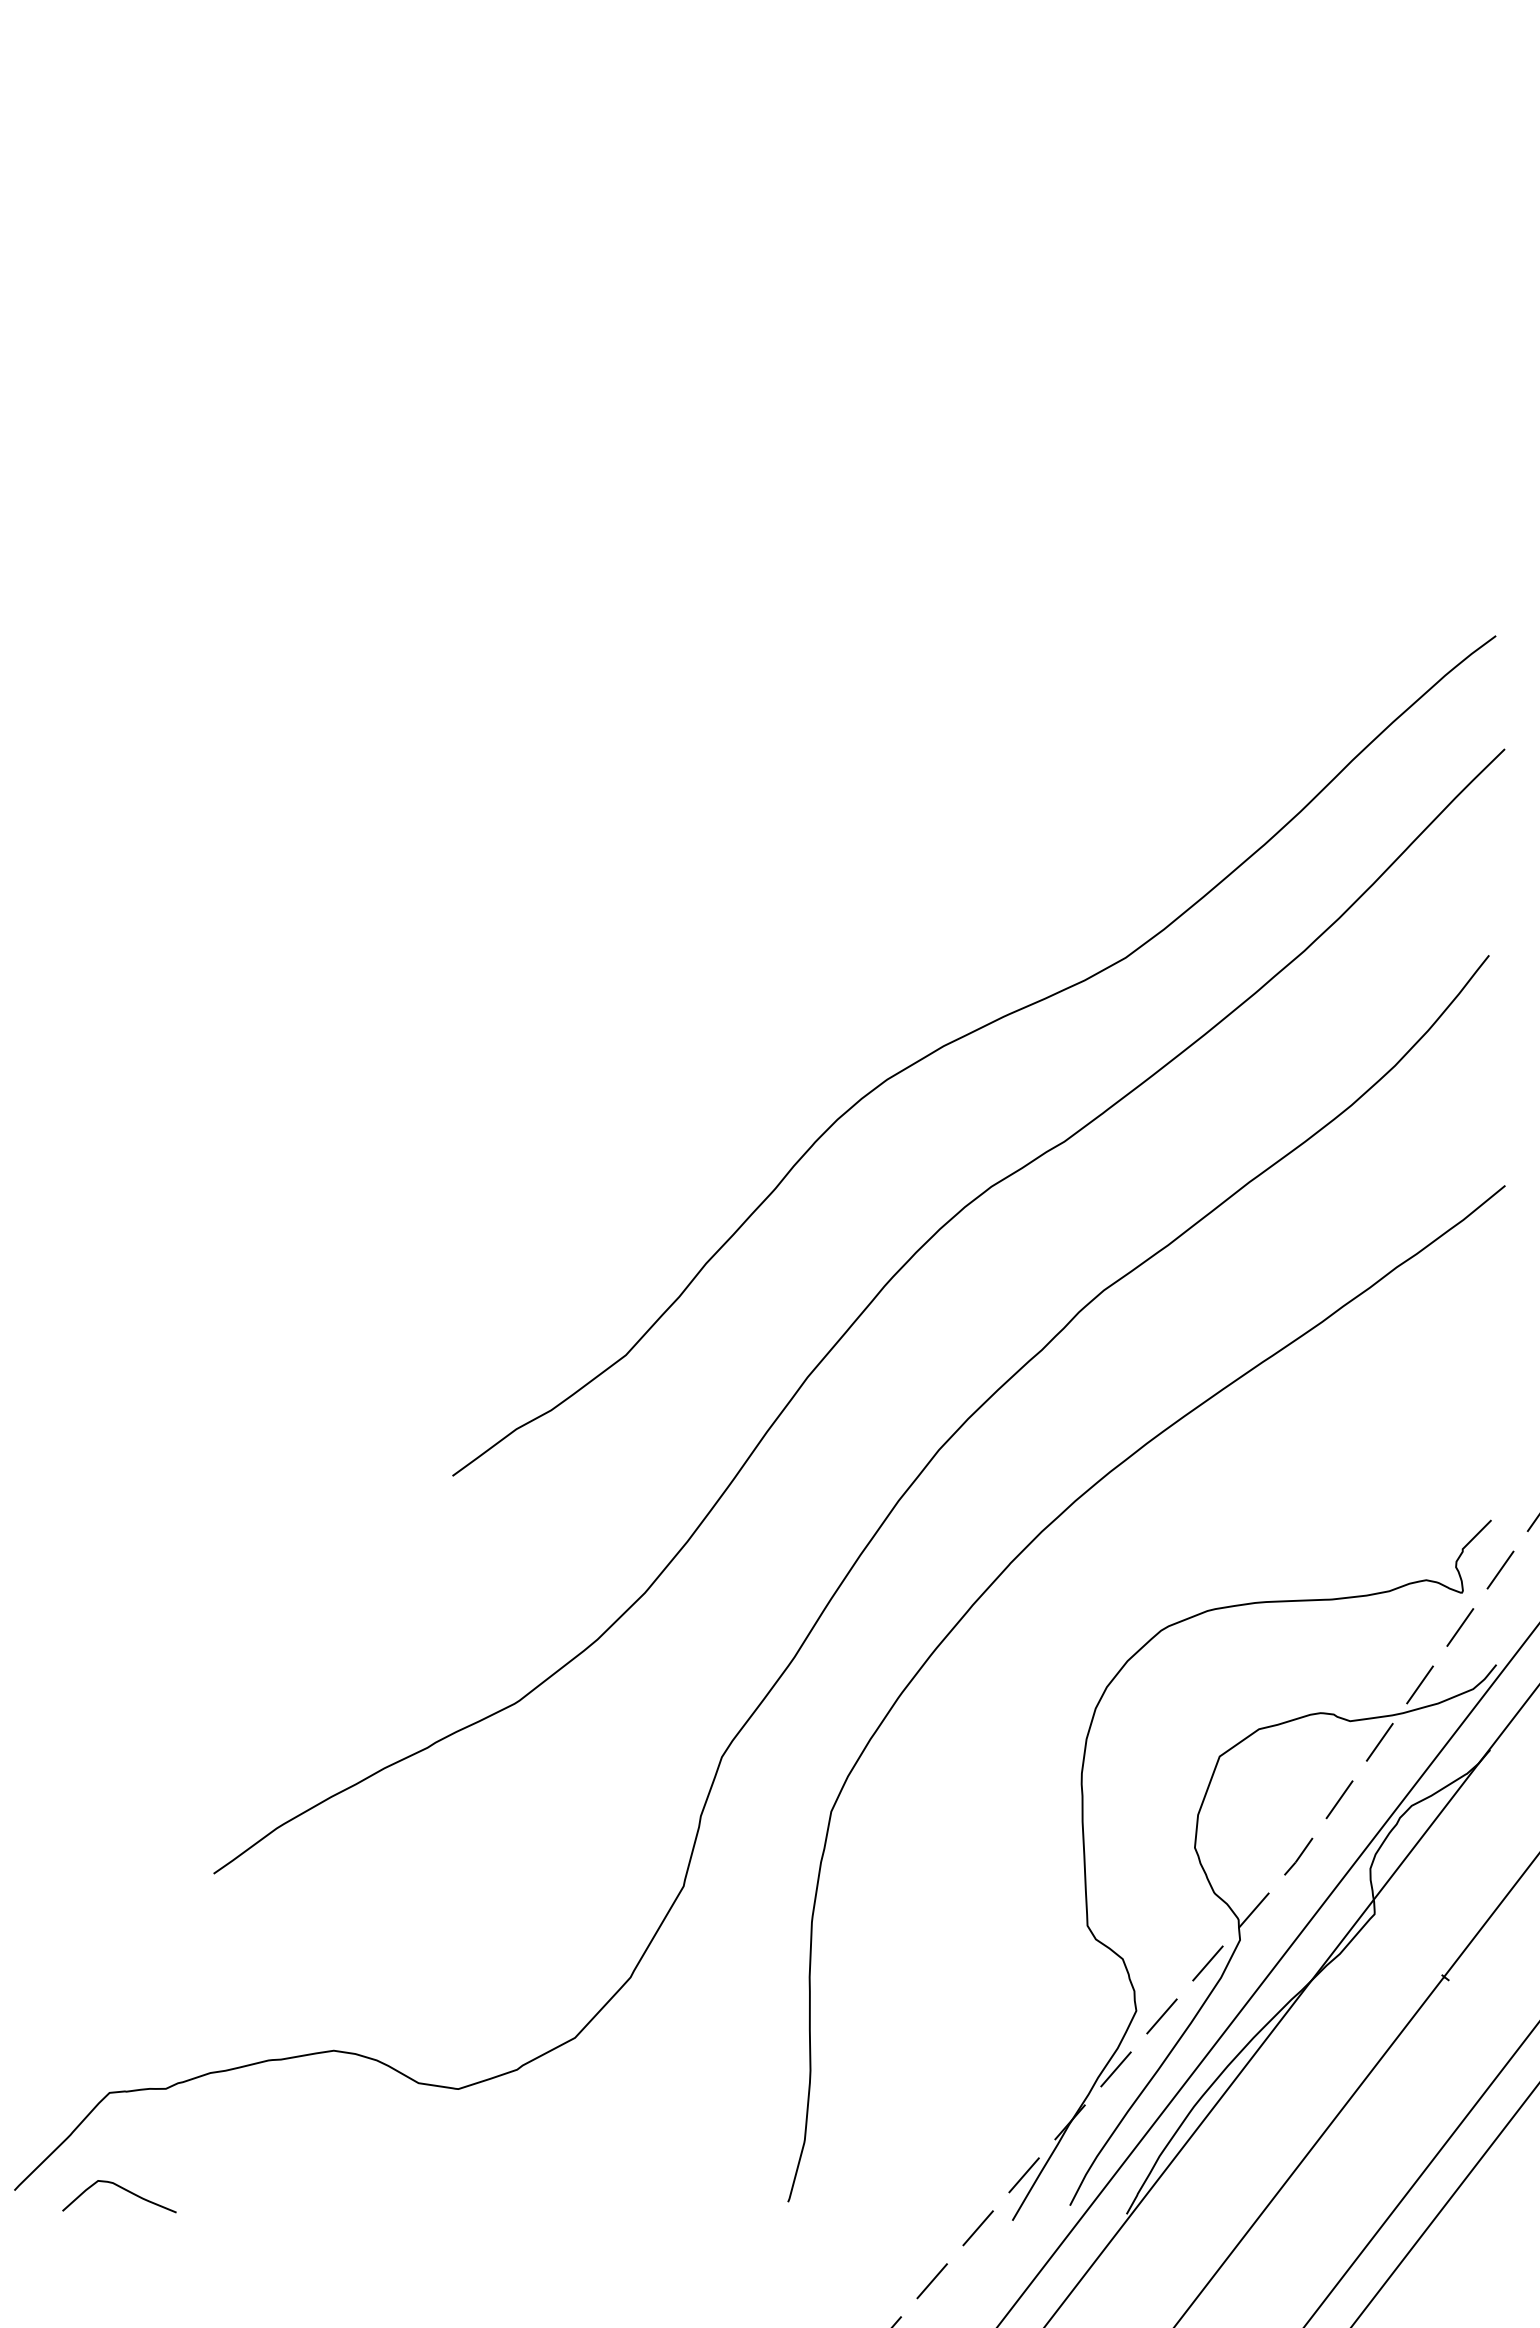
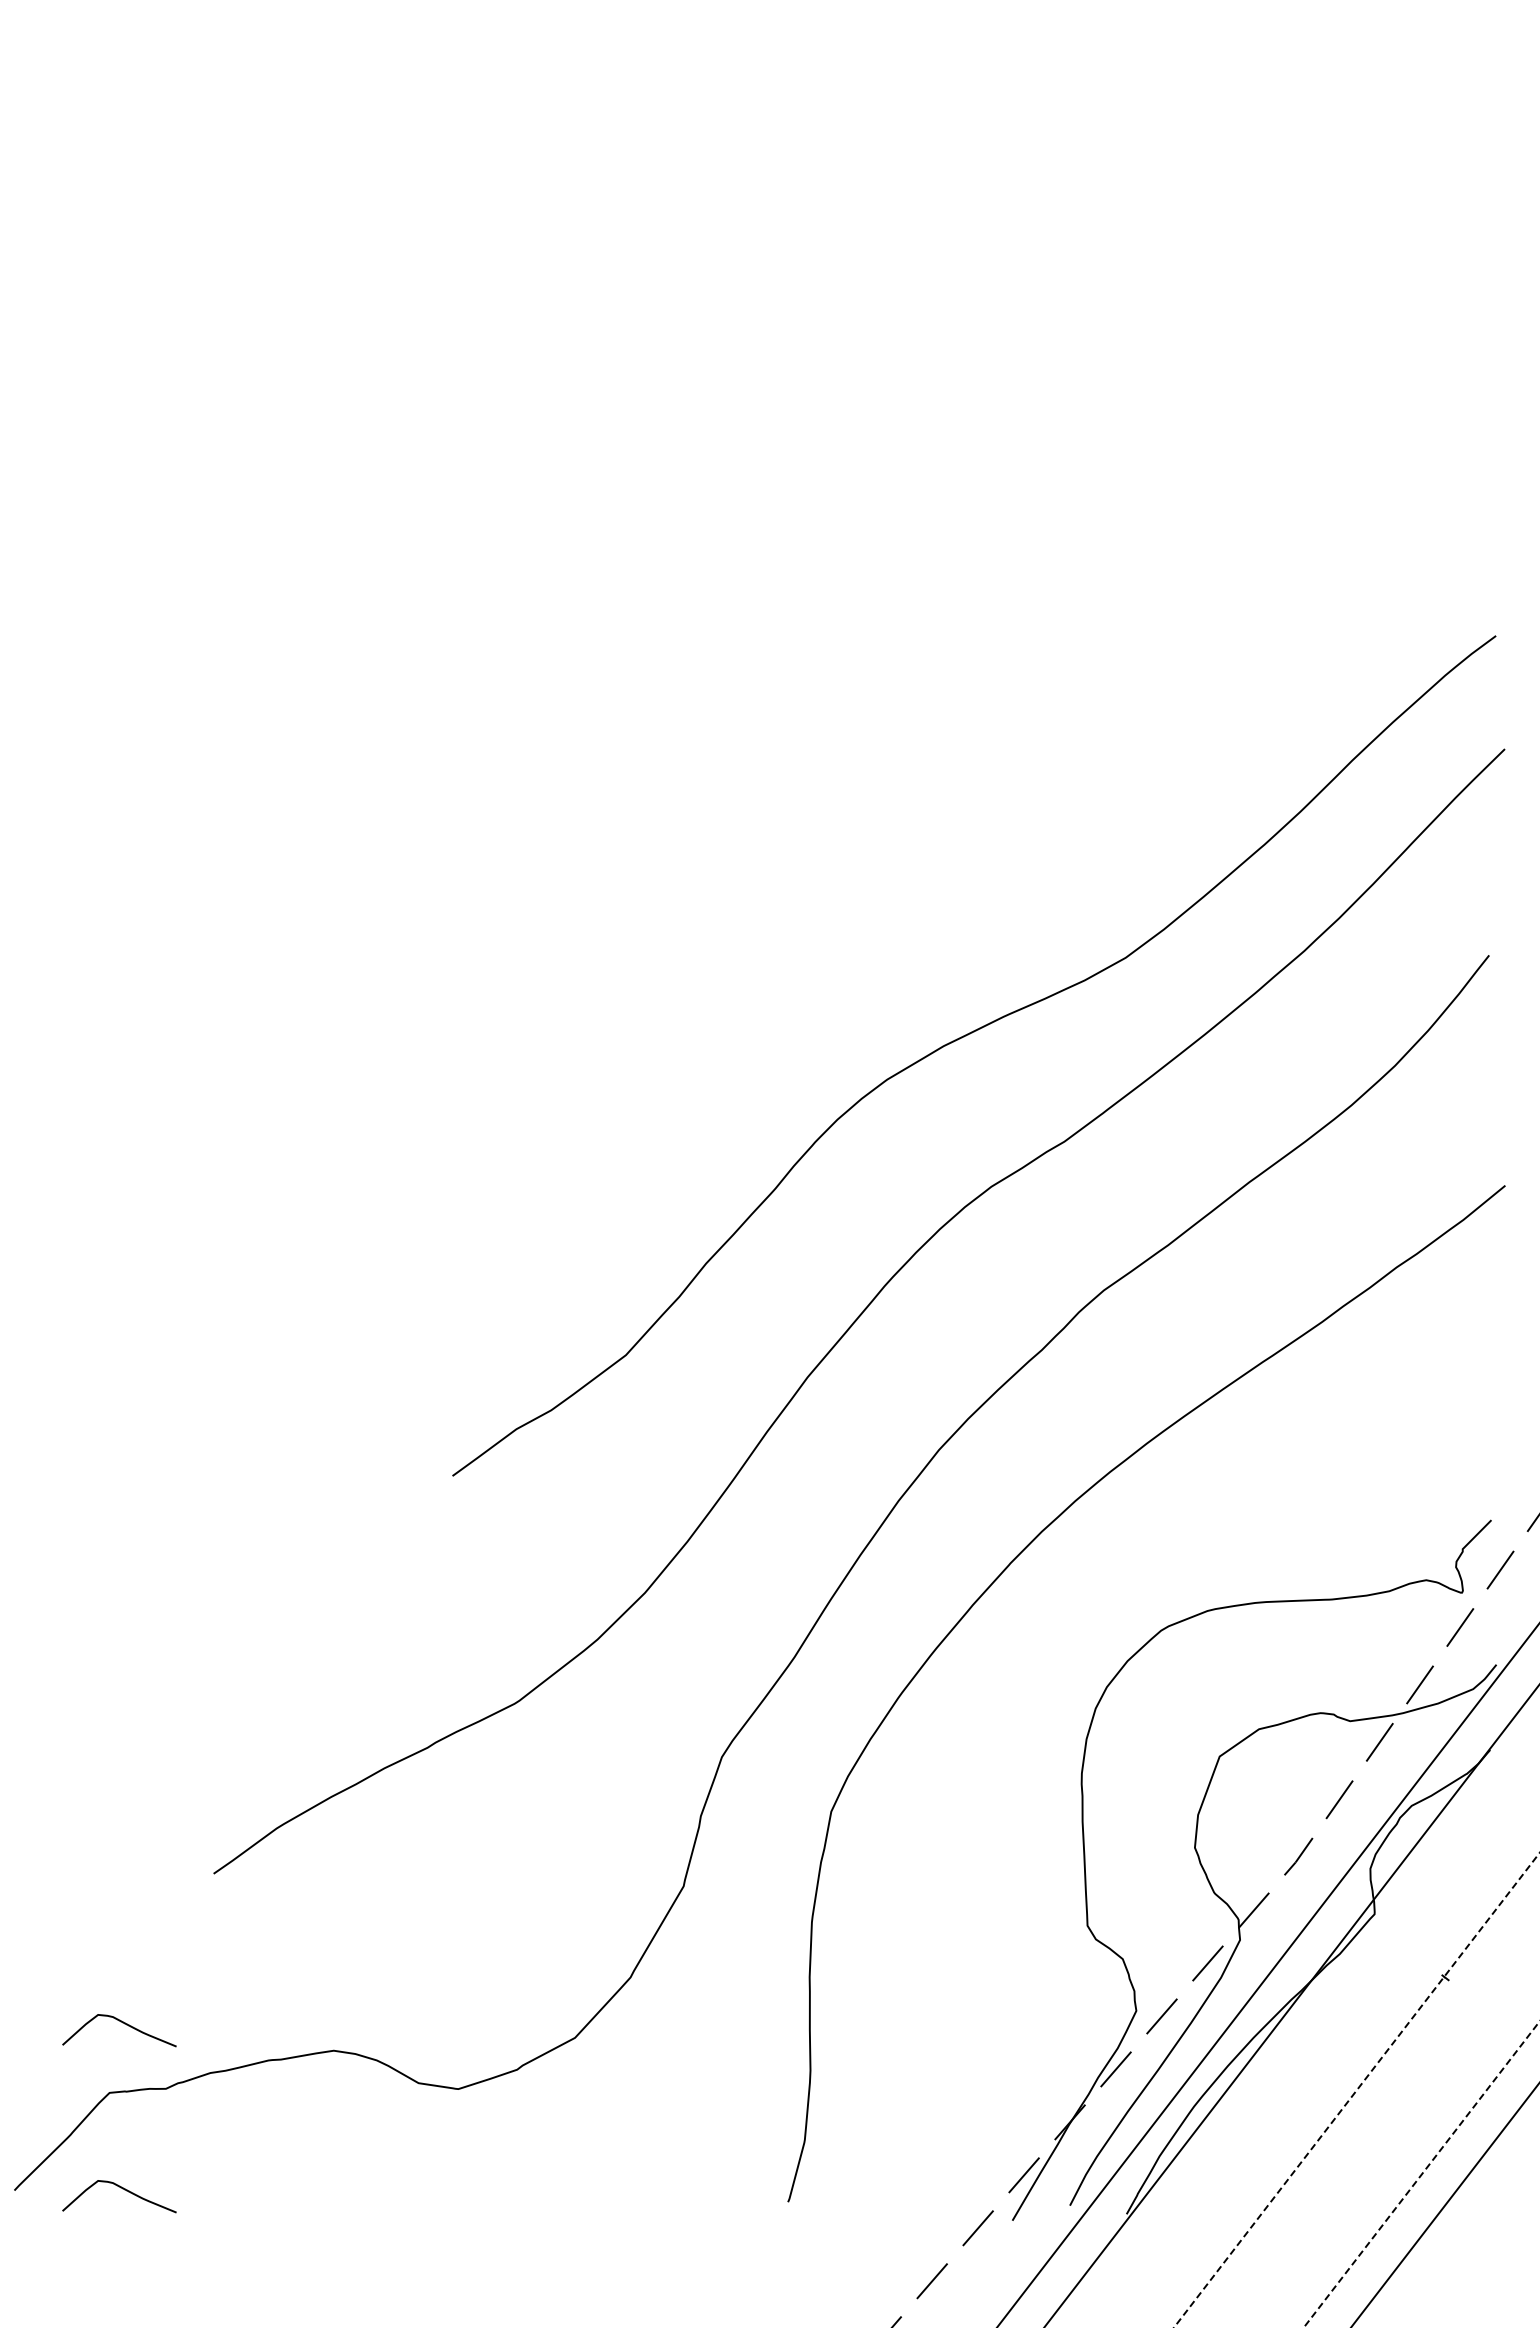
curve at (122, 2023): none -> present
line at (1356, 2090): solid -> dashed
line at (1421, 2174): solid -> dashed
